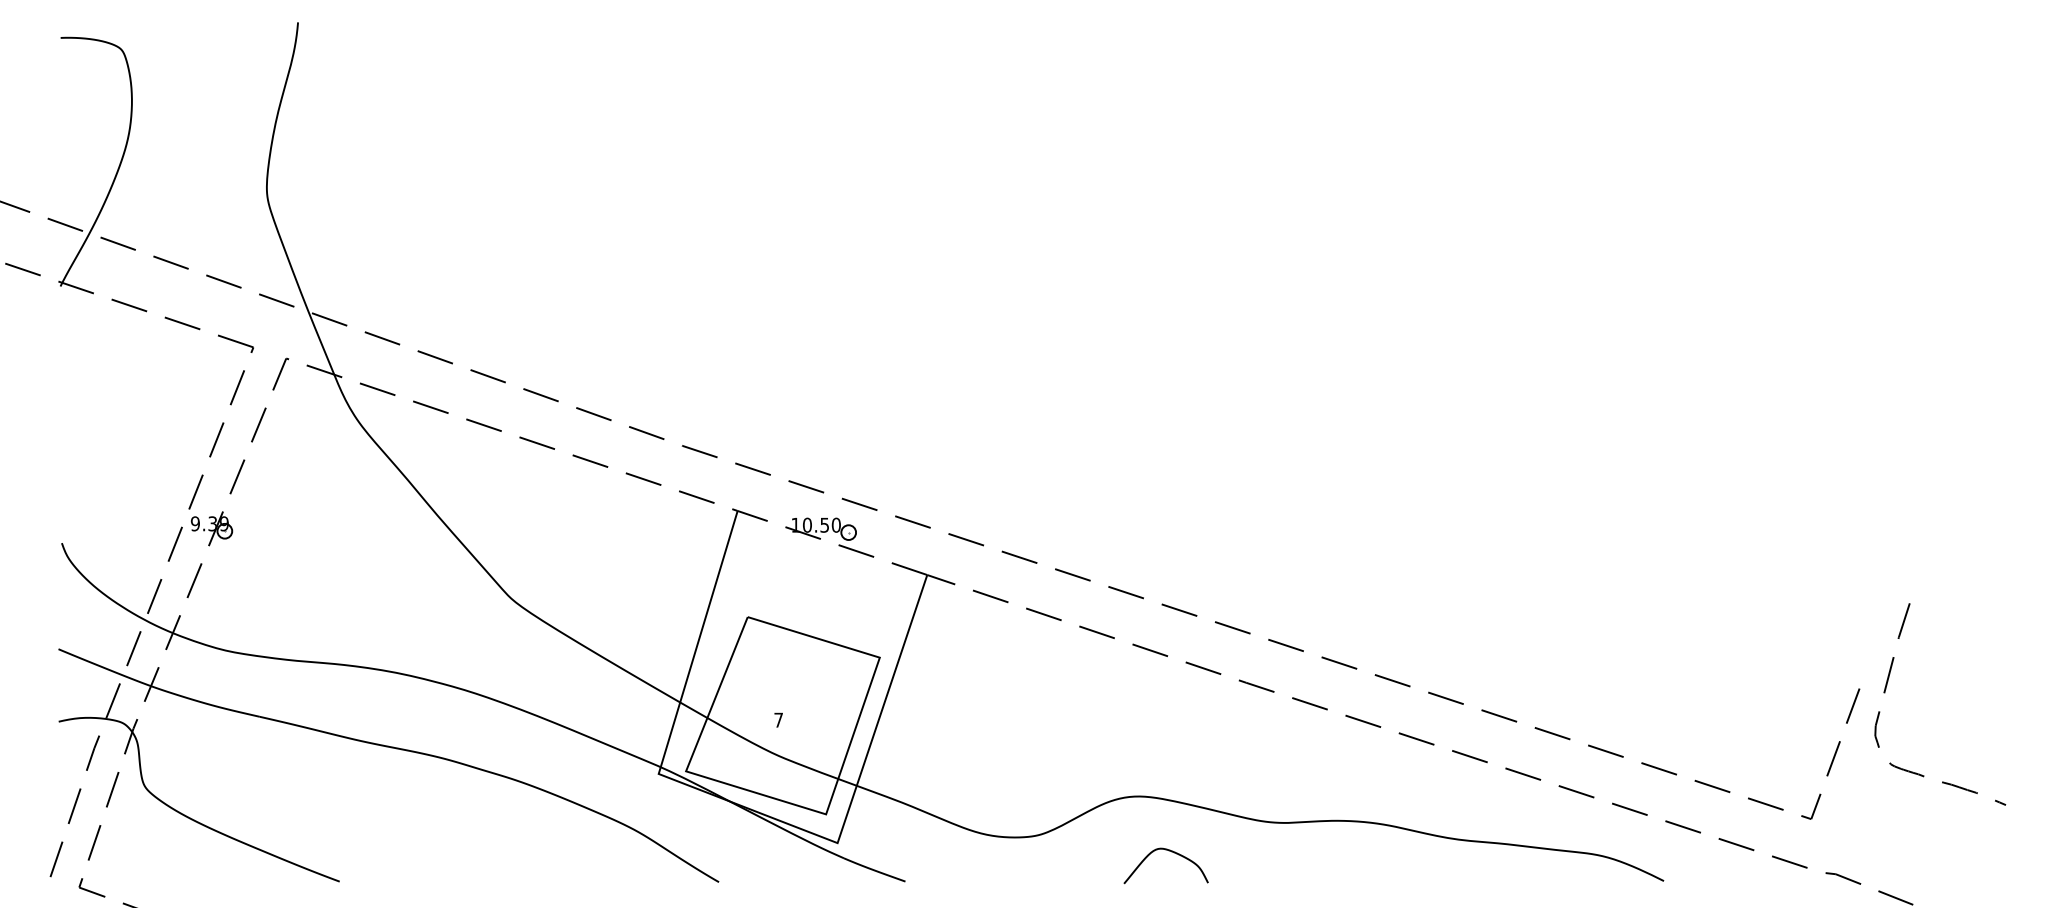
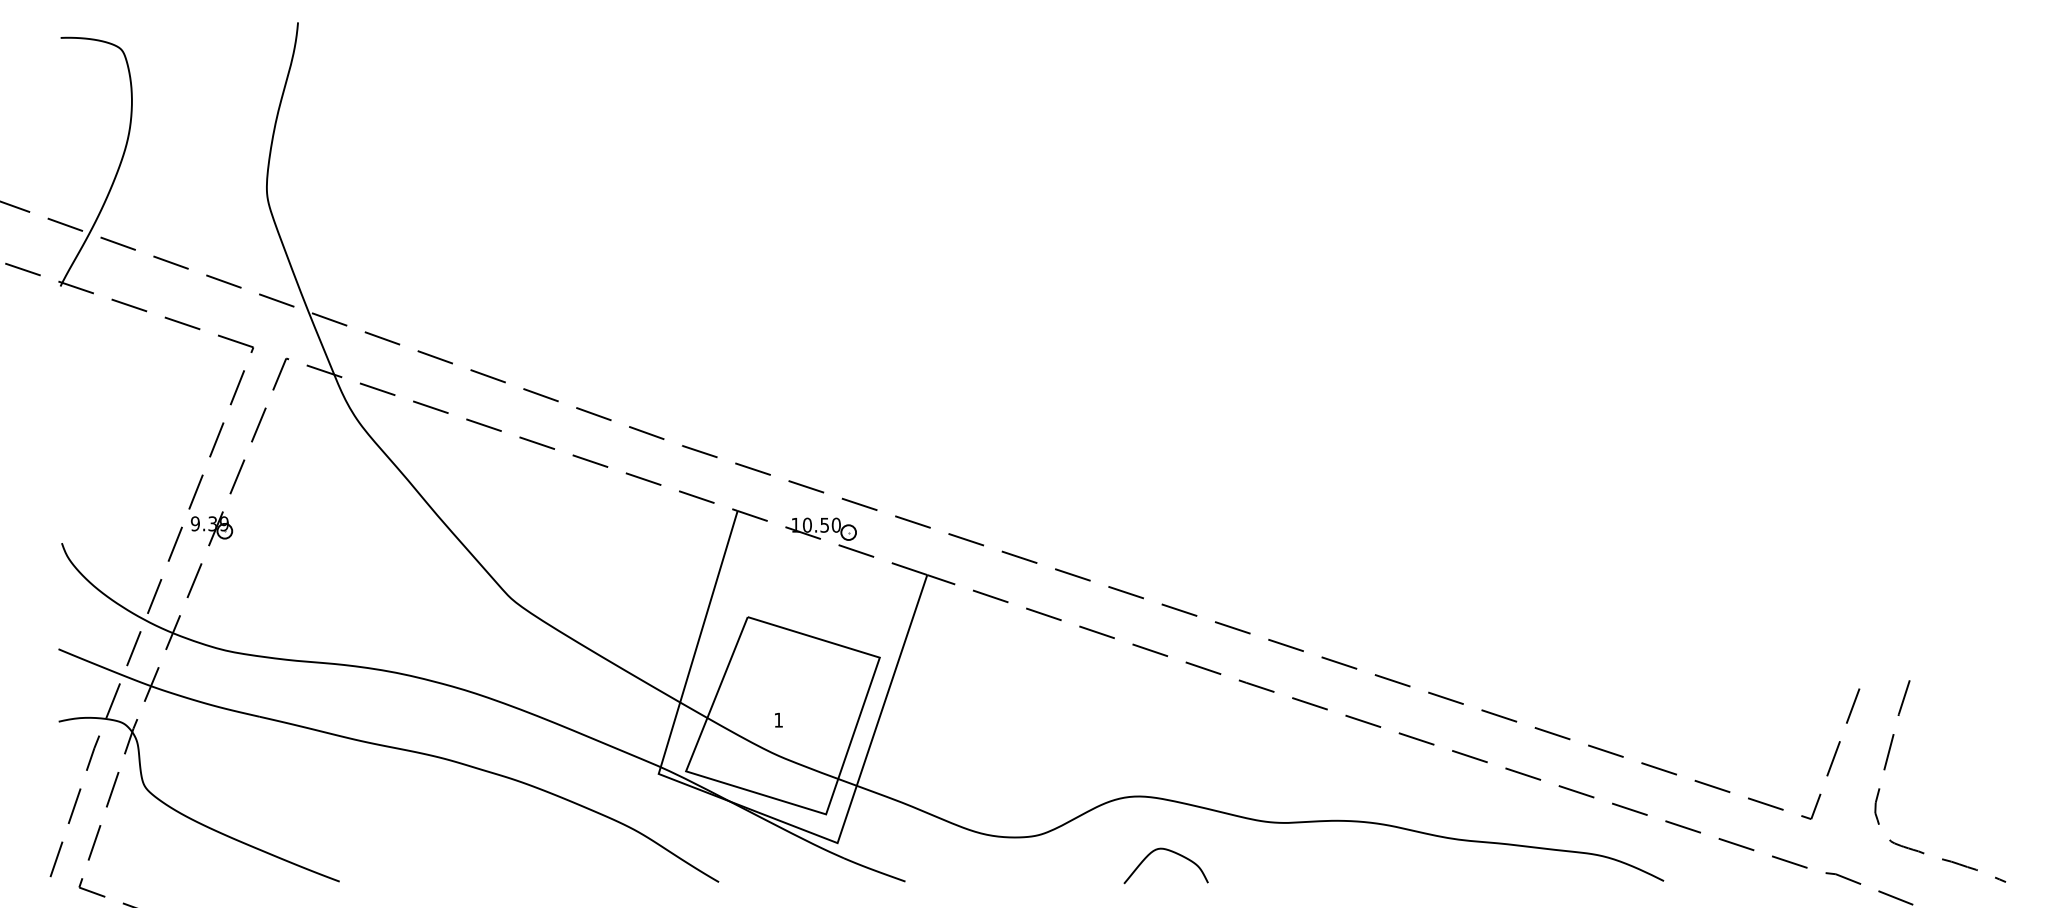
curve at (1886, 689) position: (1886, 689) -> (1886, 766)
text at (778, 719): 7 -> 1
